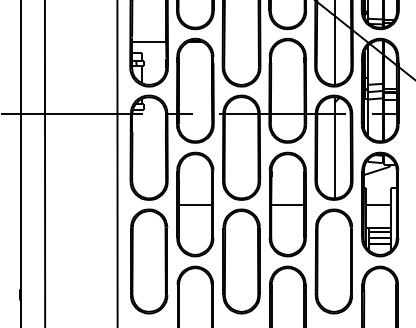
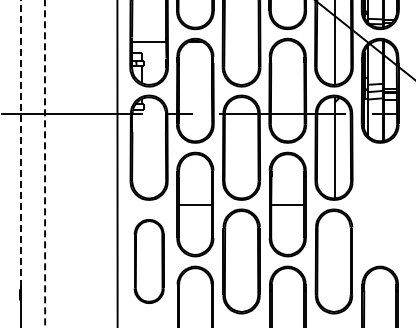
line at (20, 143): solid -> dashed
line at (45, 163): solid -> dashed
part at (380, 204): present -> none
part at (149, 261) size: 39x107 px -> 32x85 px
